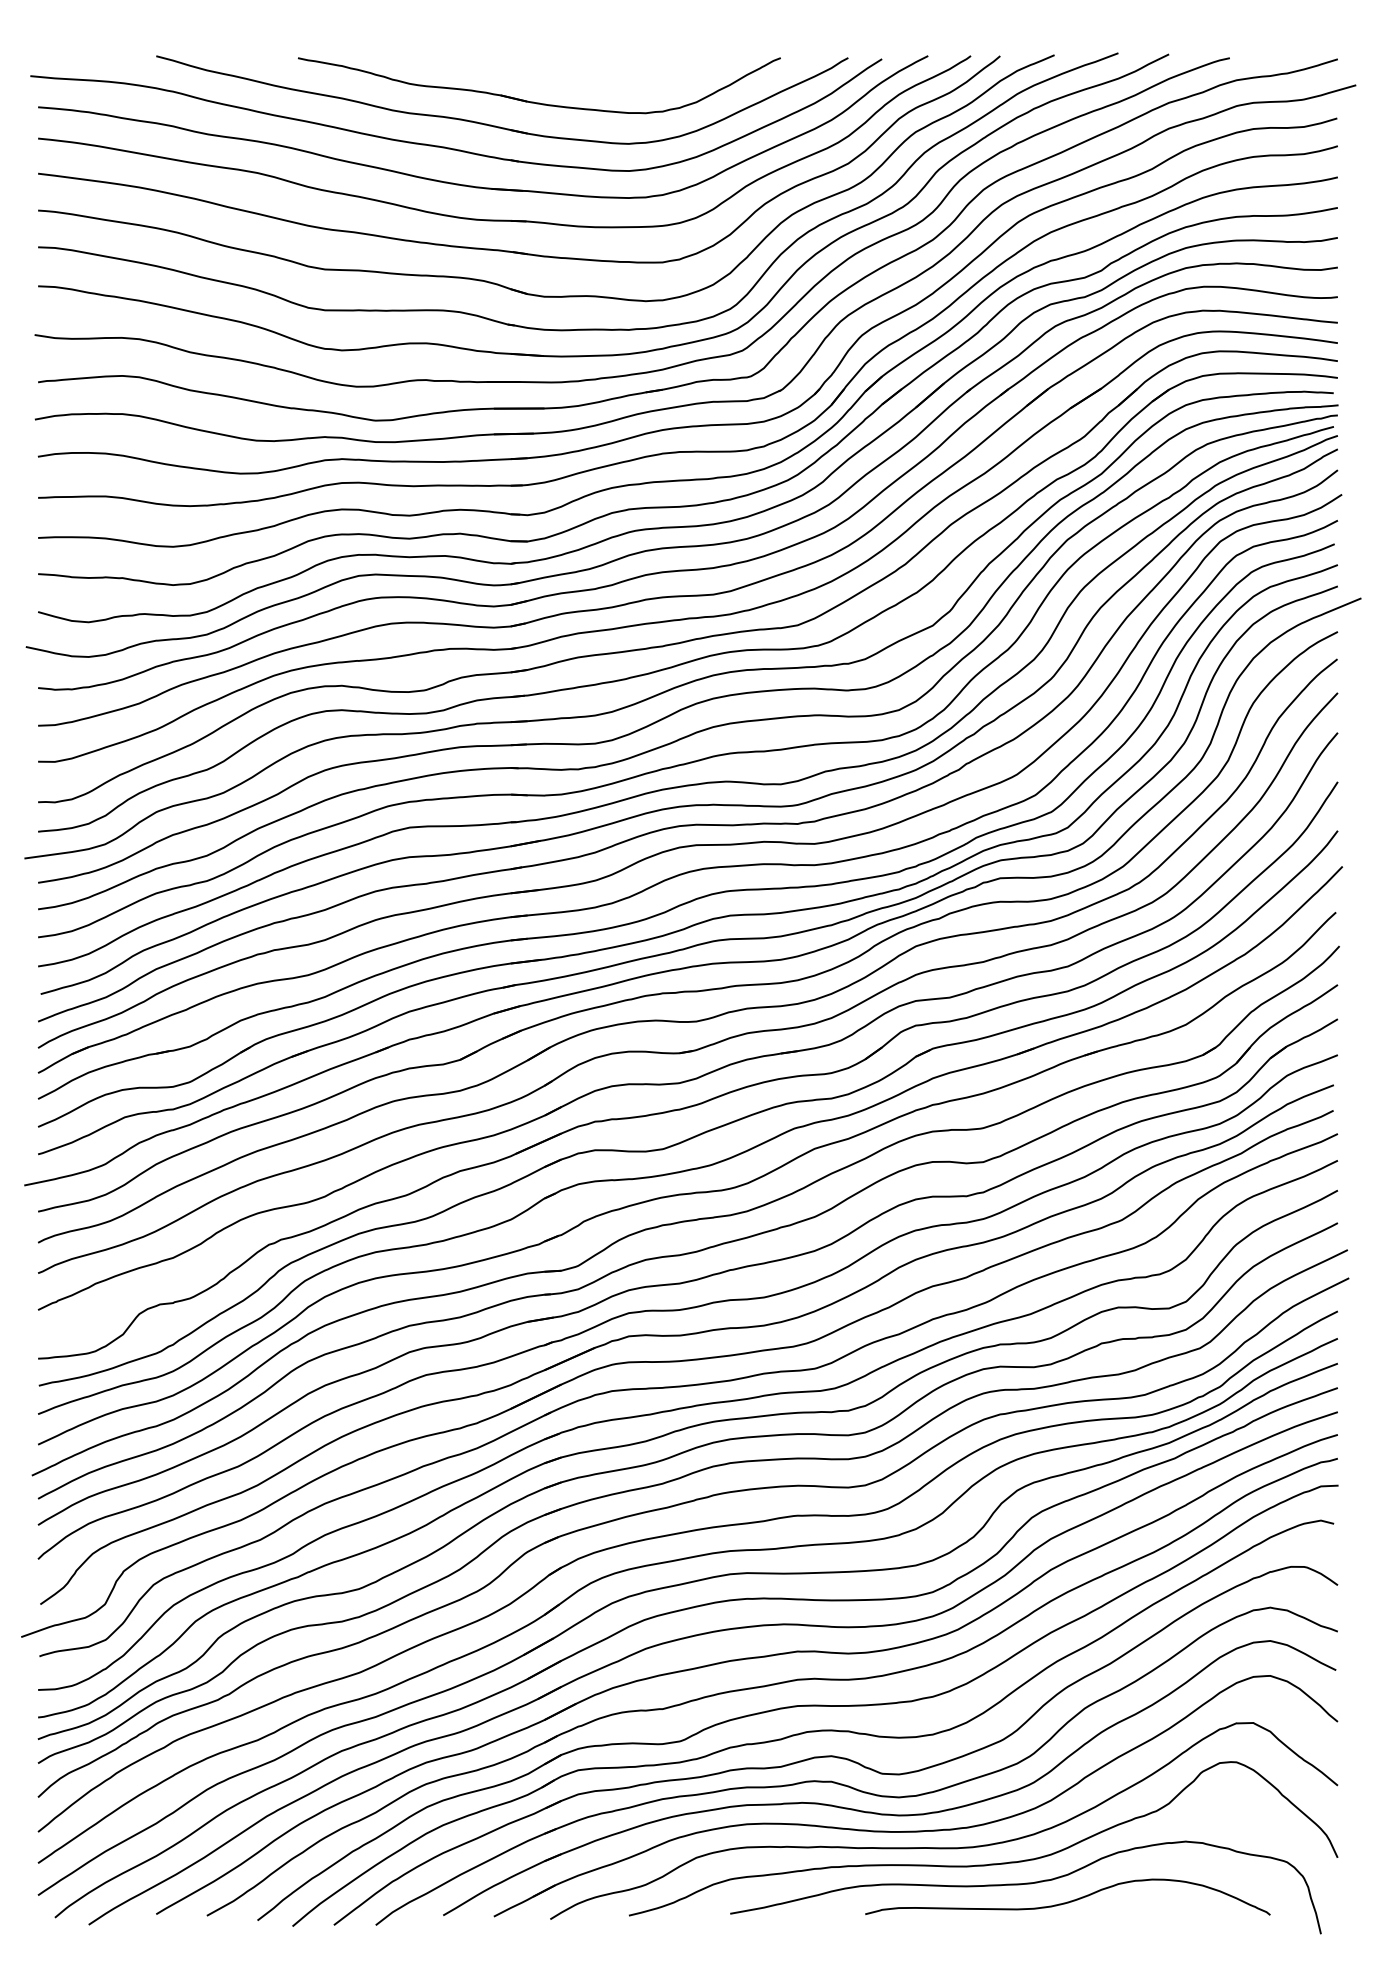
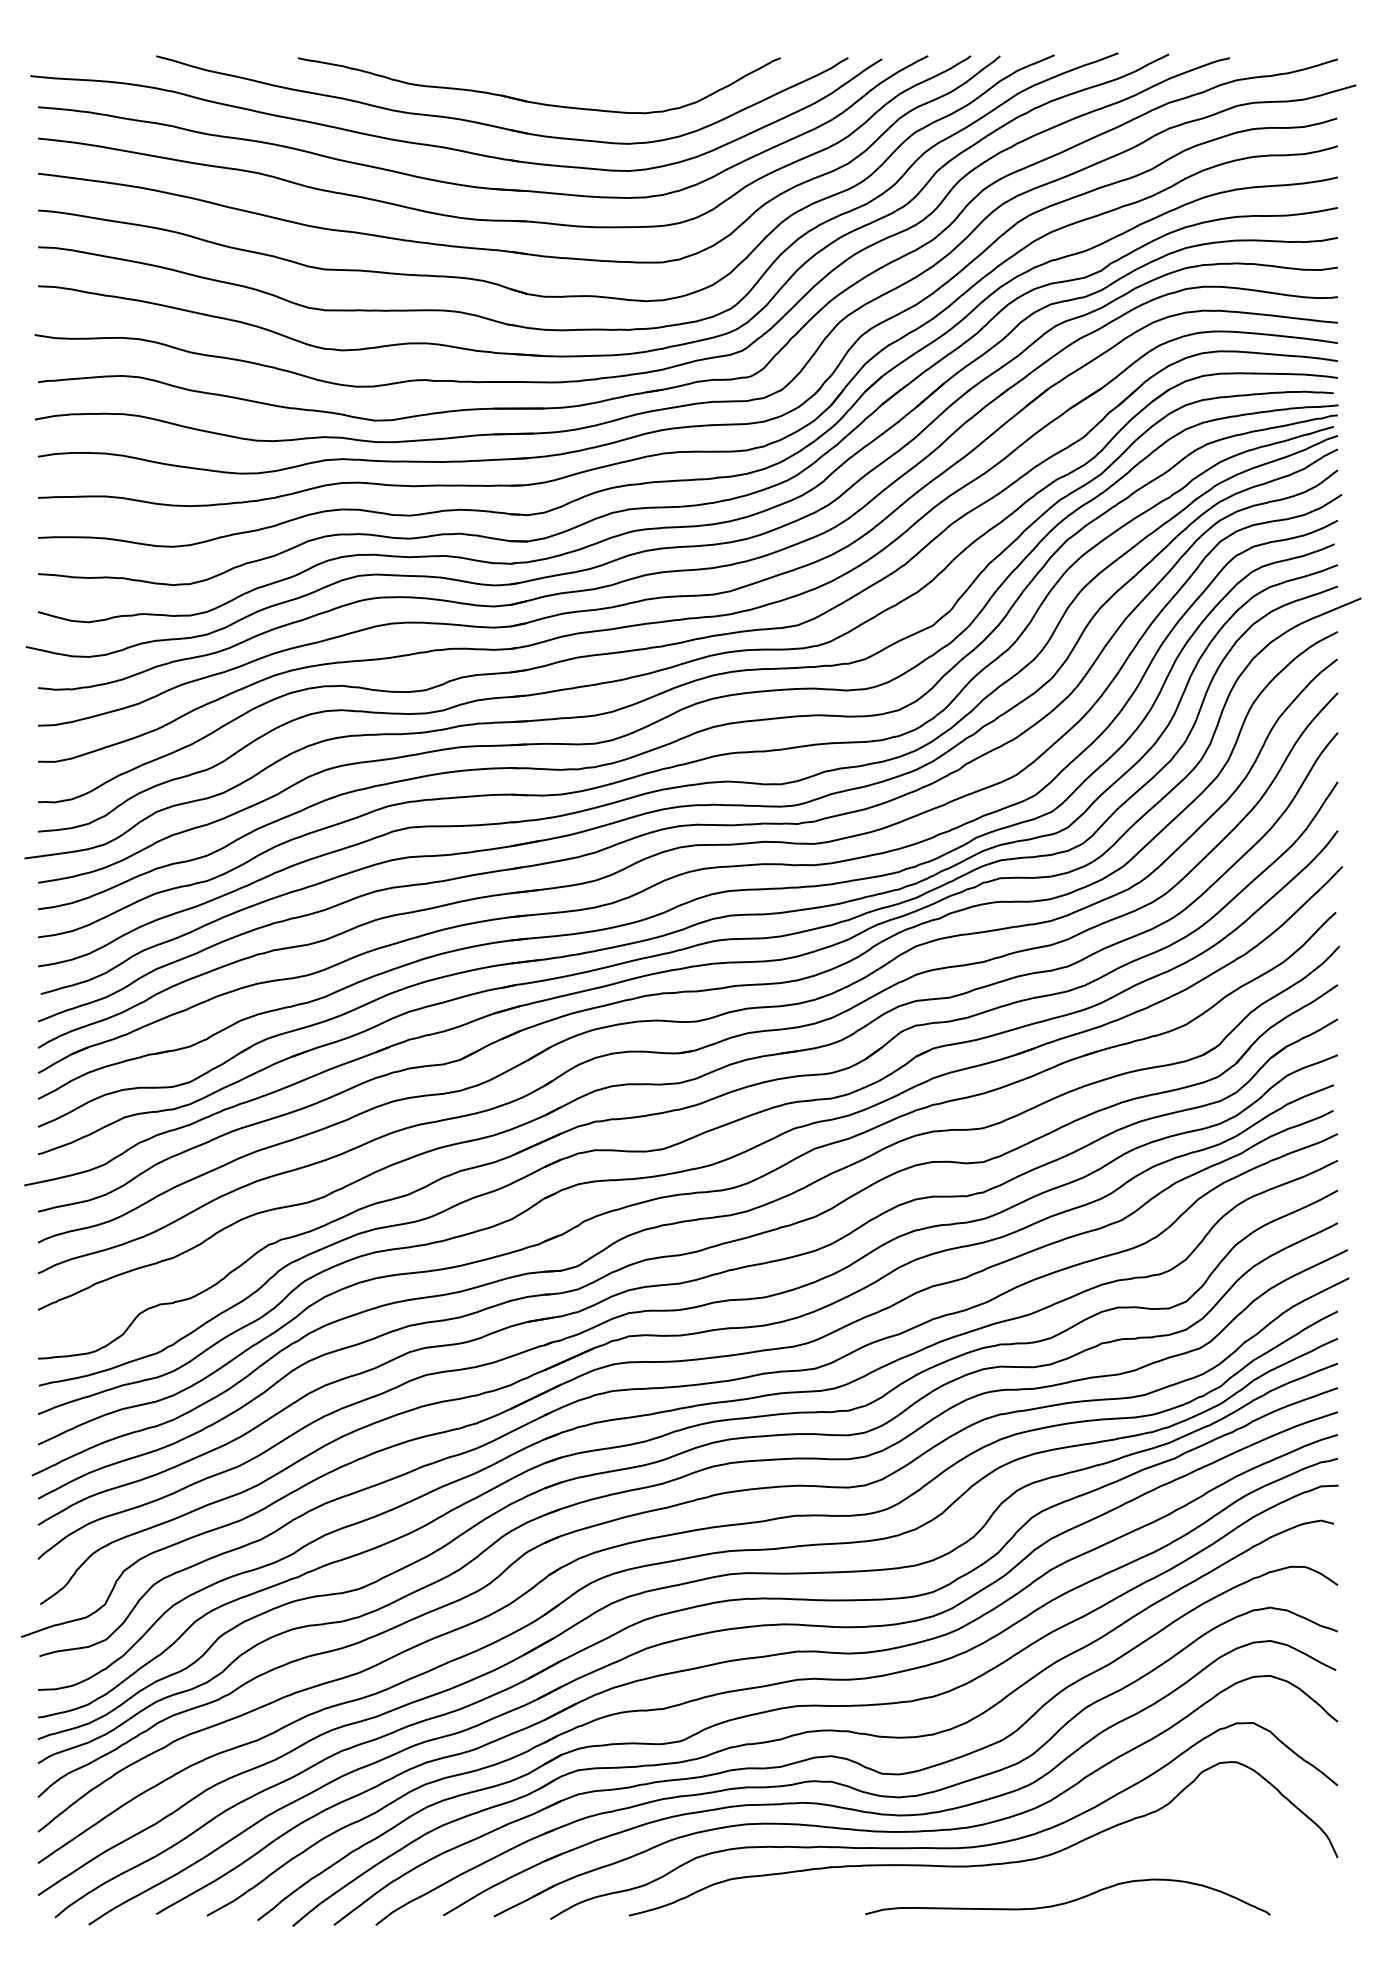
curve at (1025, 1884): present -> none
